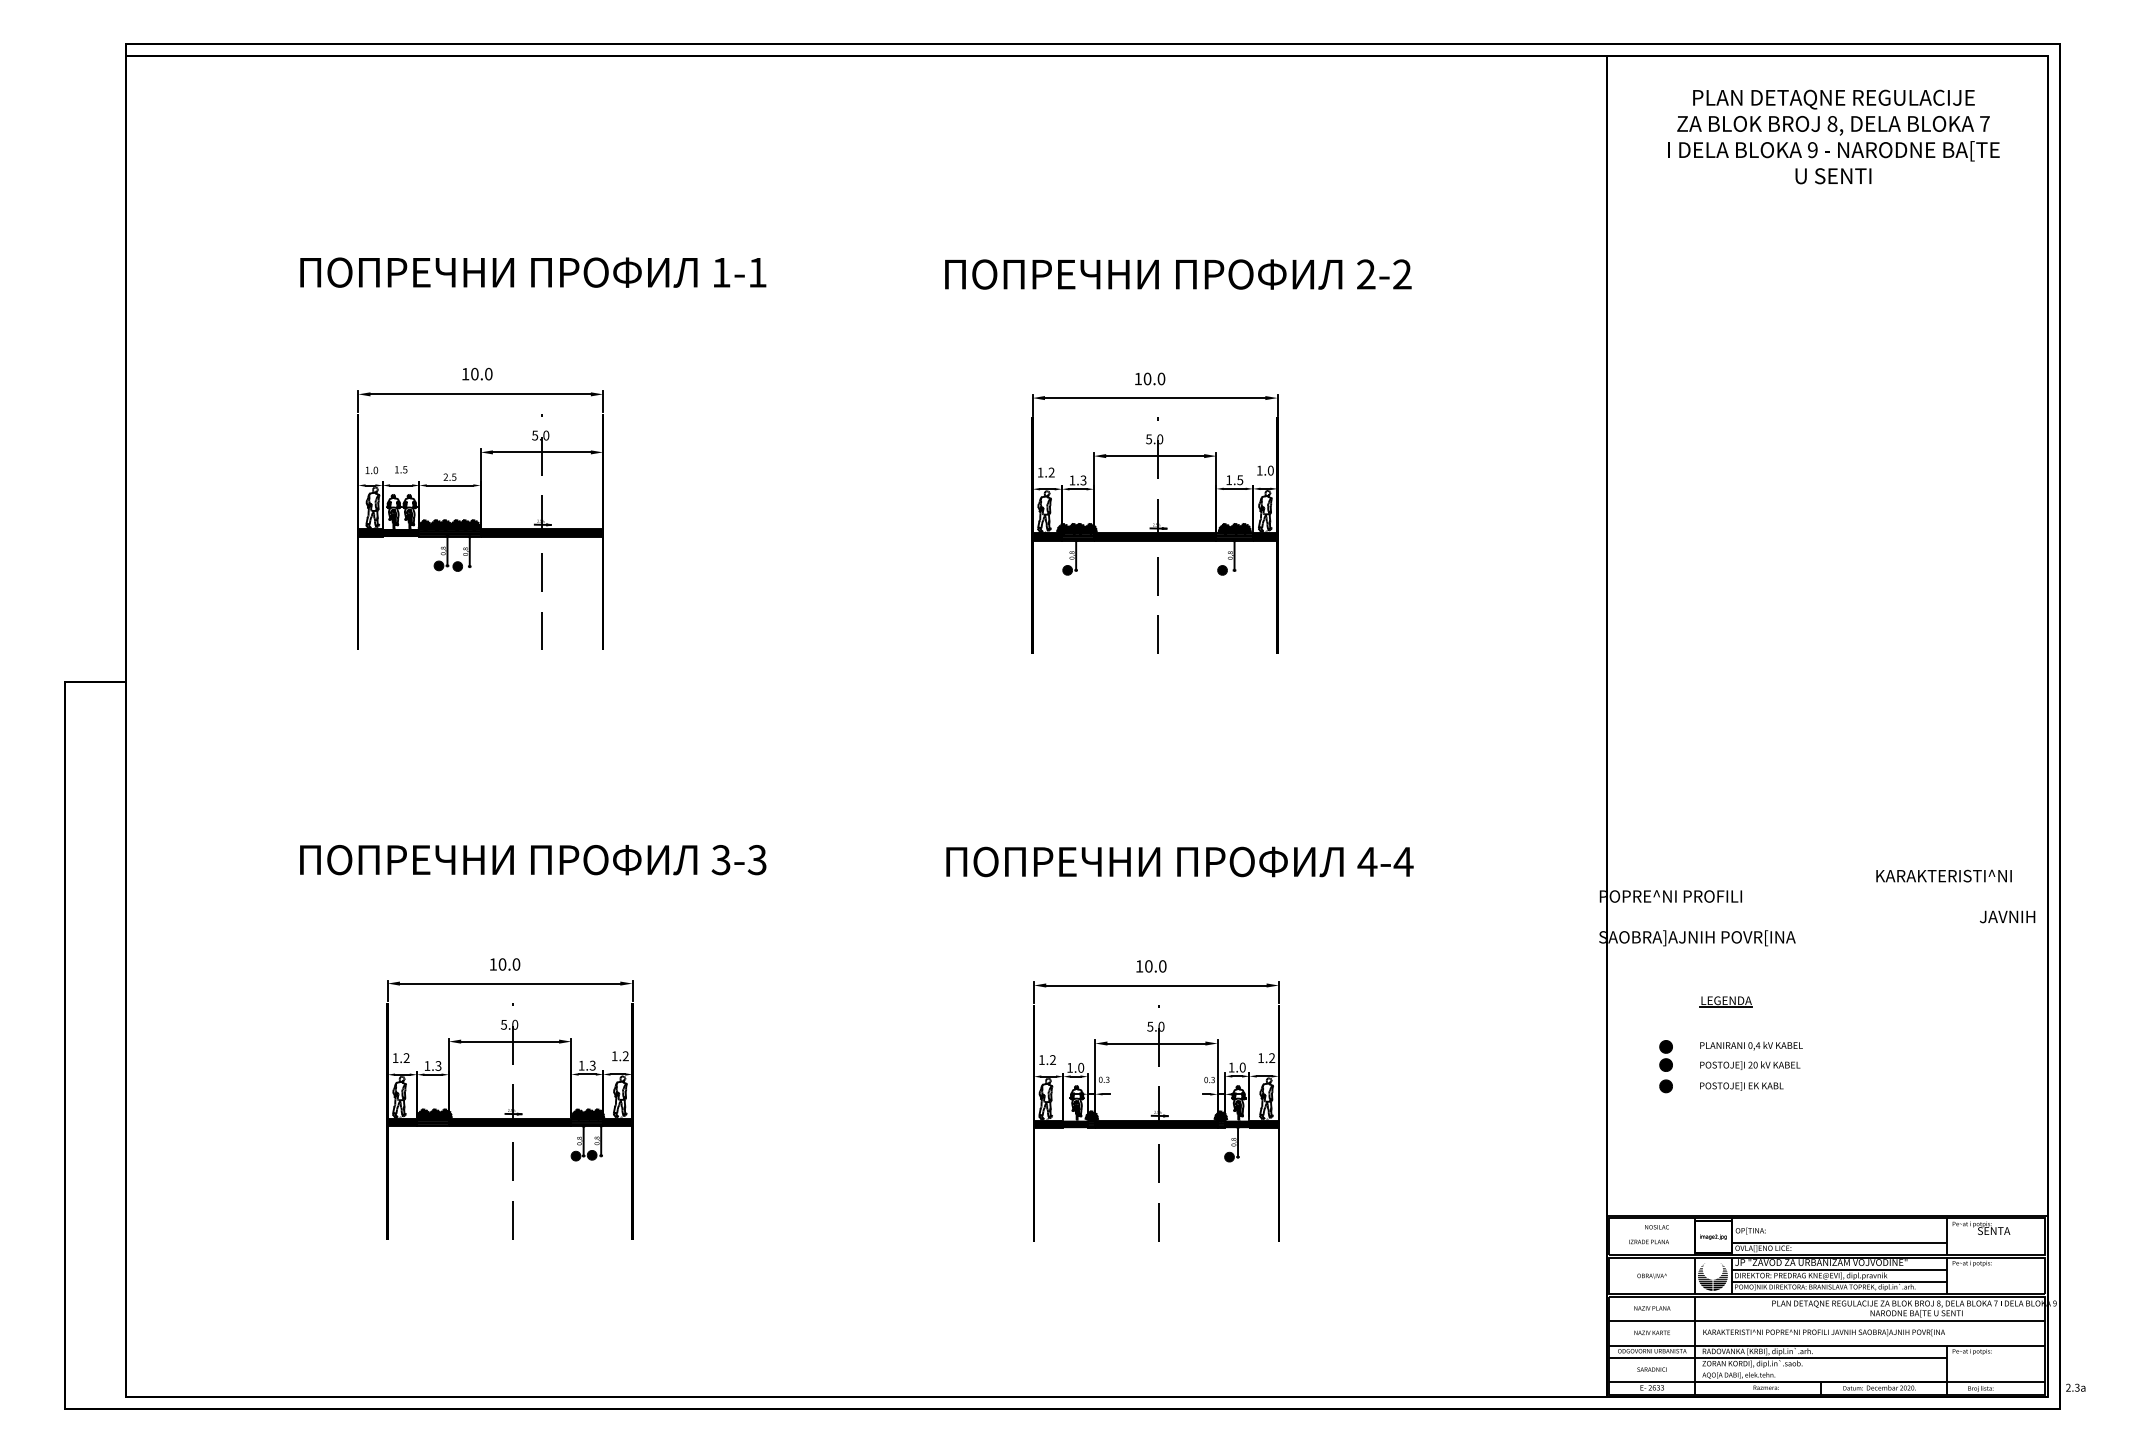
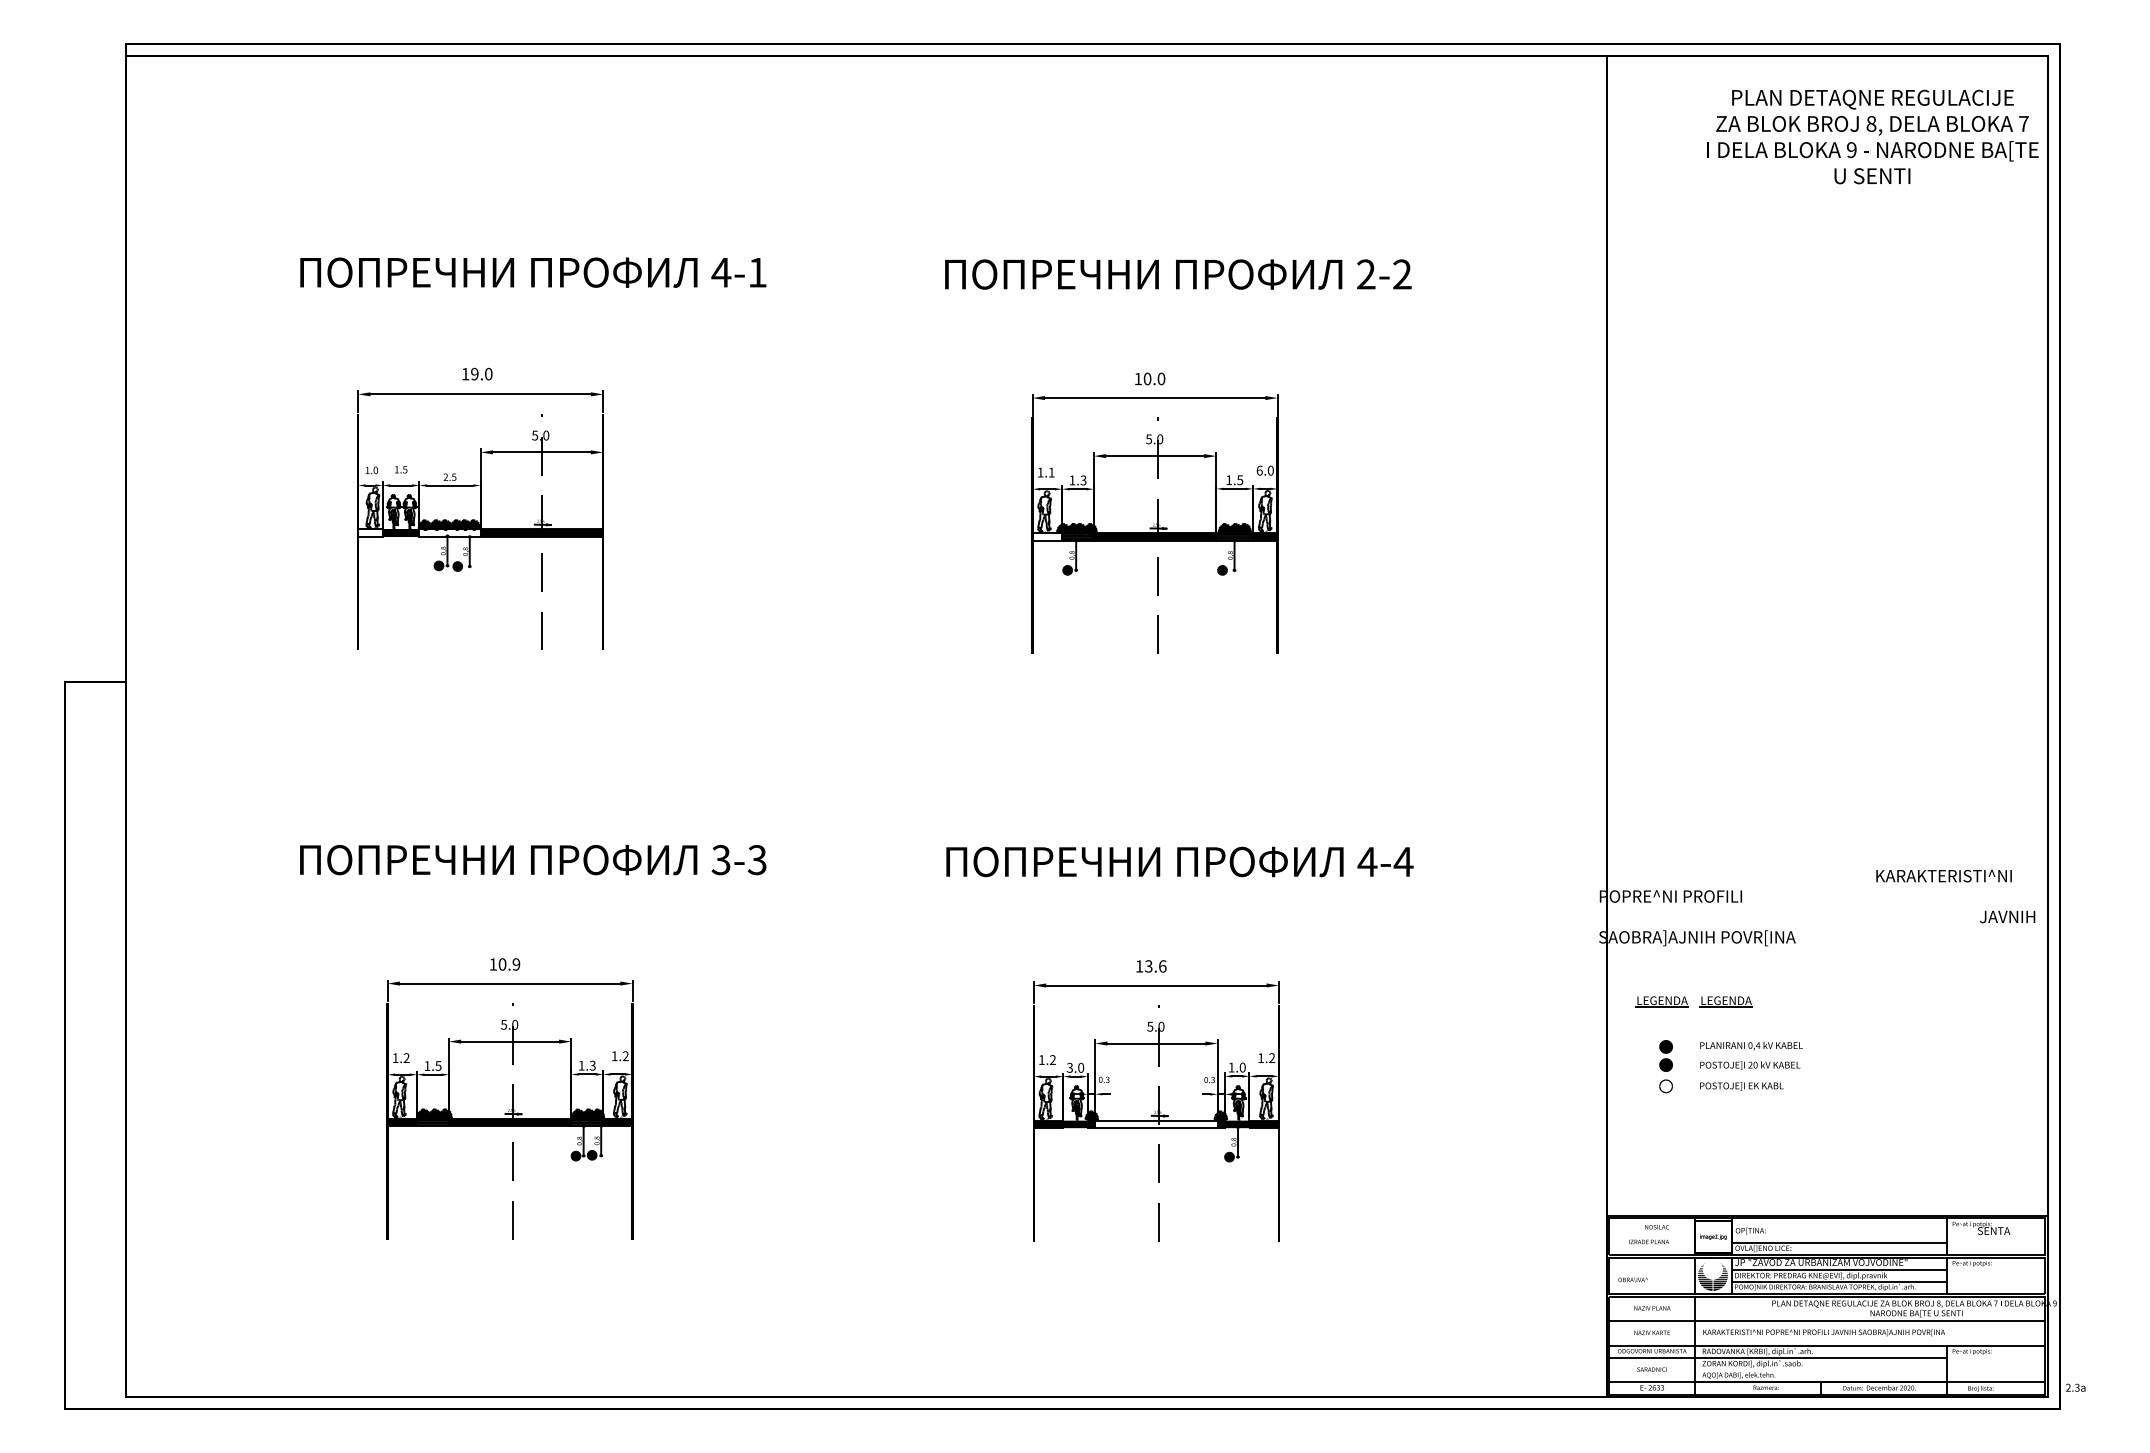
text at (1833, 136) position: (1833, 136) -> (1872, 136)
text at (721, 272): 1-1 -> 4-1
text at (474, 374): 10.0 -> 19.0
text at (1259, 470): 1.0 -> 6.0
text at (1051, 472): 1.2 -> 1.1
fill at (370, 532): present -> none
hatch at (449, 532): present -> none
fill at (1047, 536): present -> none
text at (516, 964): 10.0 -> 10.9
text at (1155, 966): 10.0 -> 13.6
part at (1661, 1001): none -> present
text at (438, 1065): 1.3 -> 1.5
text at (1069, 1067): 1.0 -> 3.0
fill at (1665, 1086): present -> none
fill at (1156, 1123): present -> none
text at (1651, 1275) position: (1651, 1275) -> (1632, 1279)
